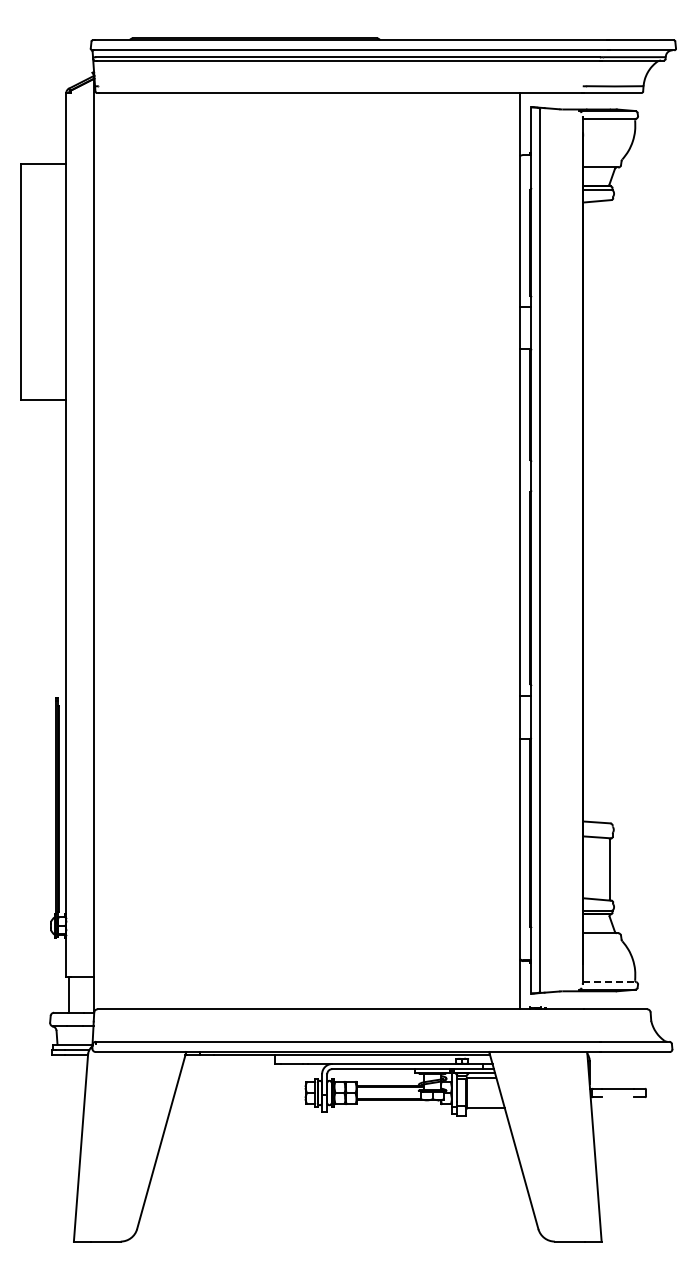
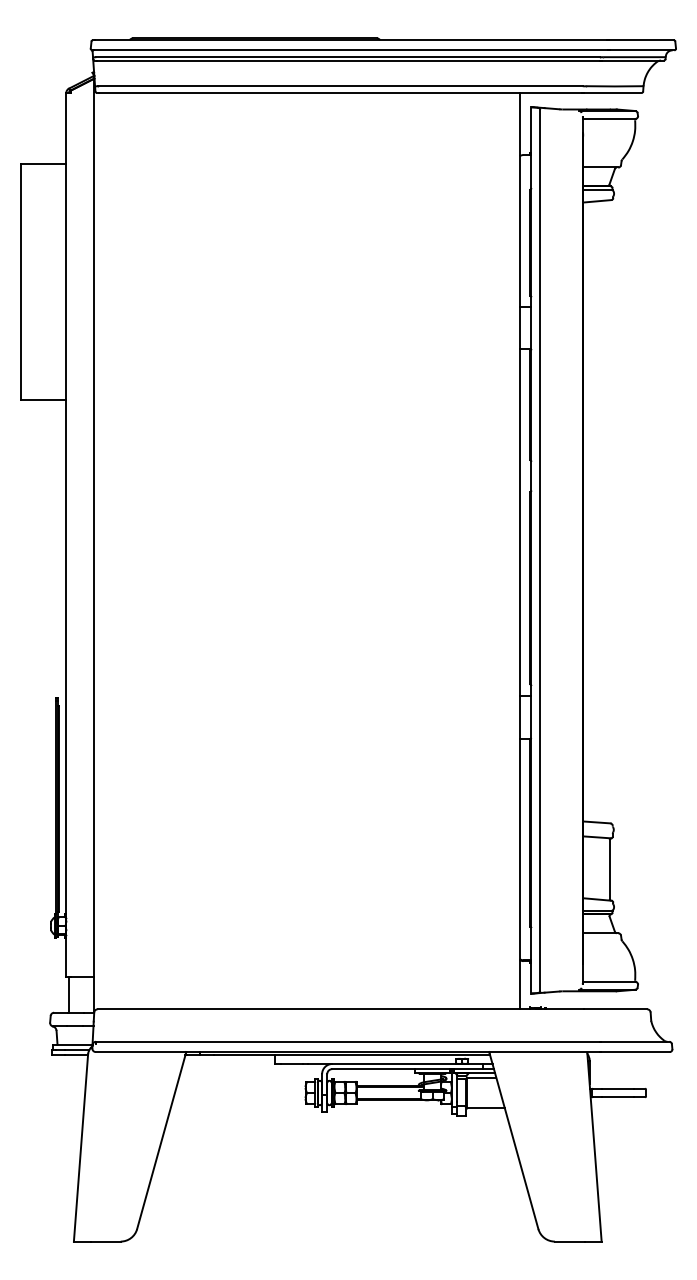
line at (340, 86): none -> present
line at (609, 982): dashed -> solid
line at (617, 1097): none -> present
